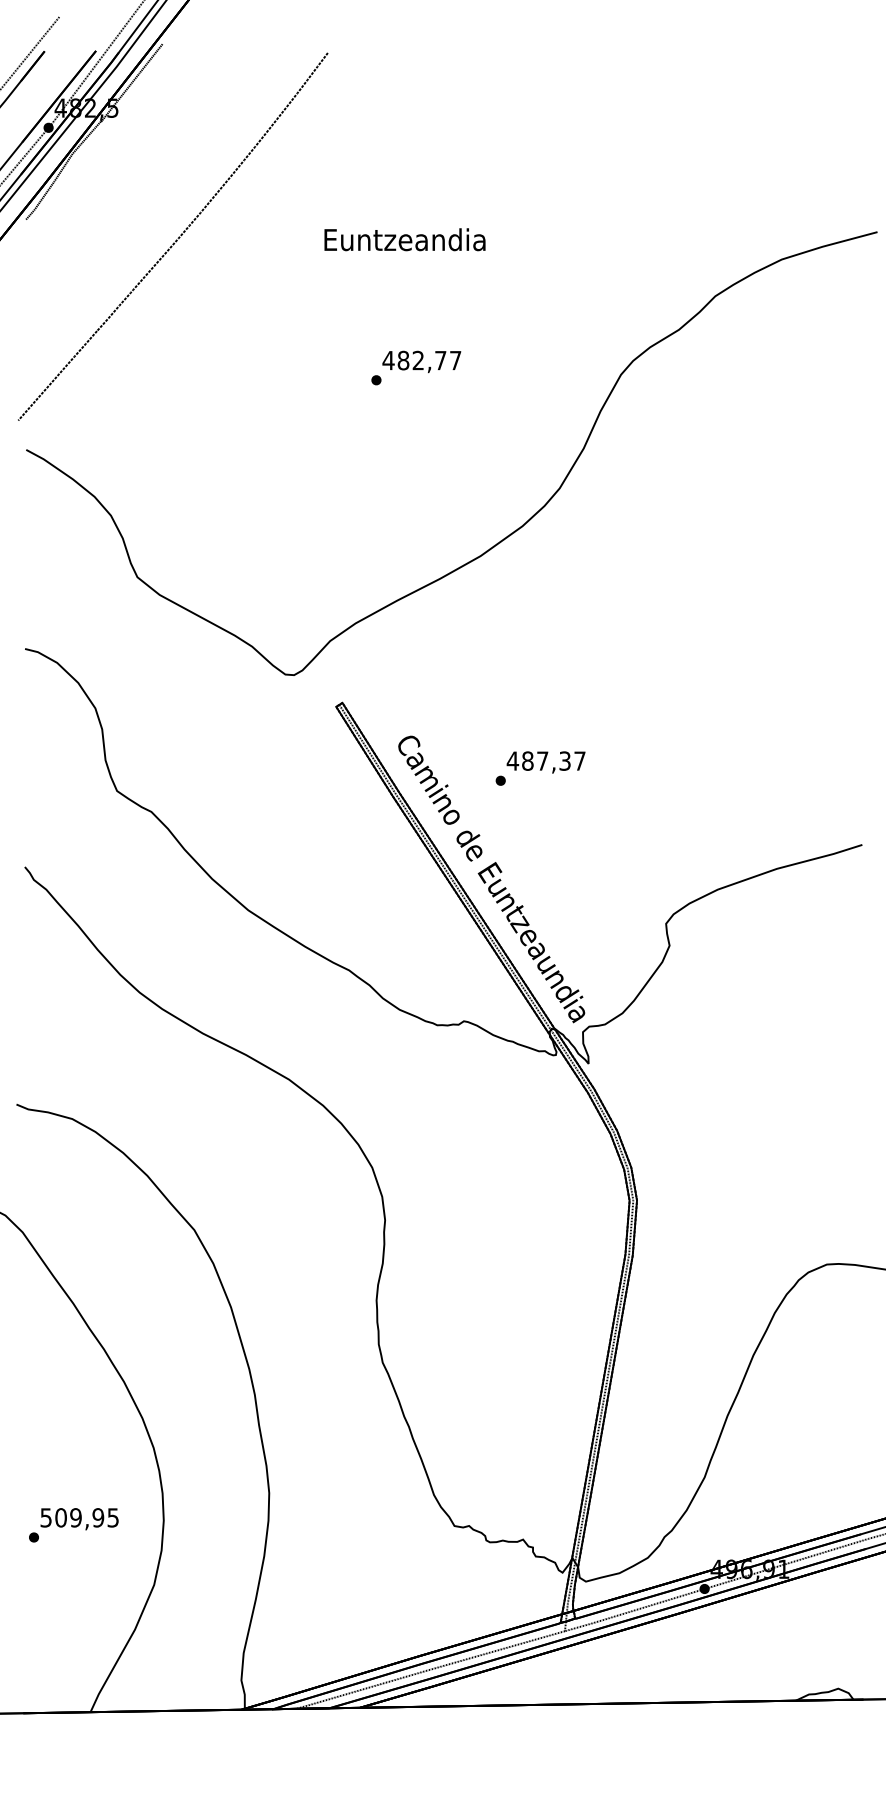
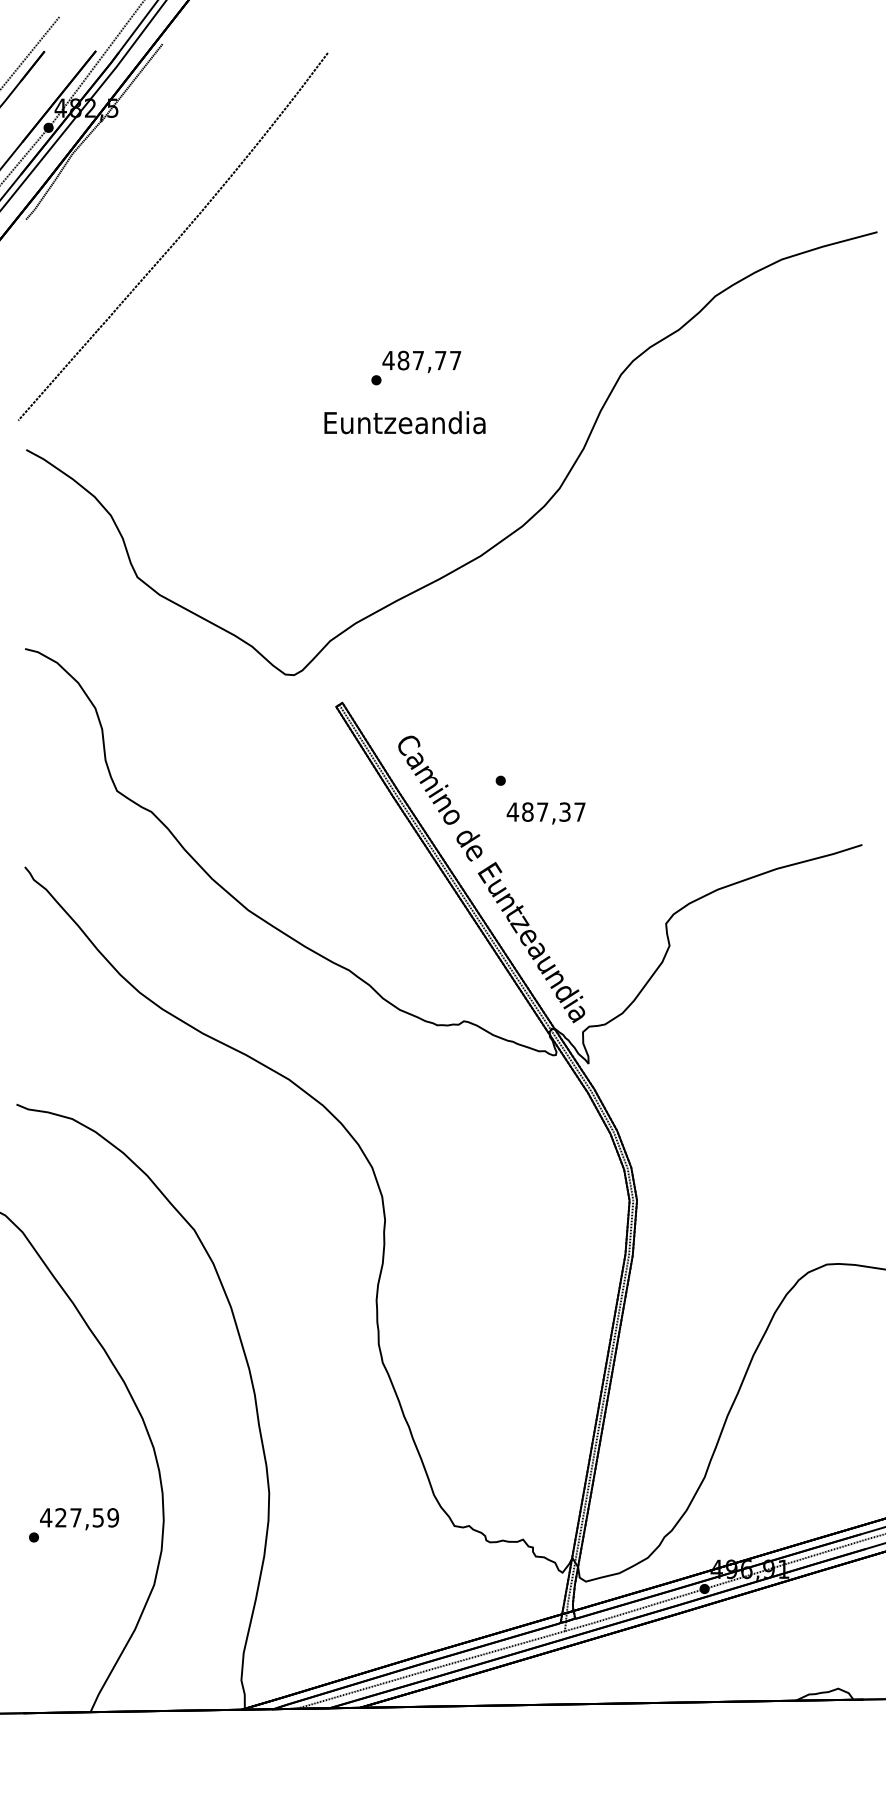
text at (404, 239) position: (404, 239) -> (404, 422)
text at (417, 360): 482,77 -> 487,77
text at (545, 762) position: (545, 762) -> (545, 813)
text at (79, 1517): 509,95 -> 427,59
